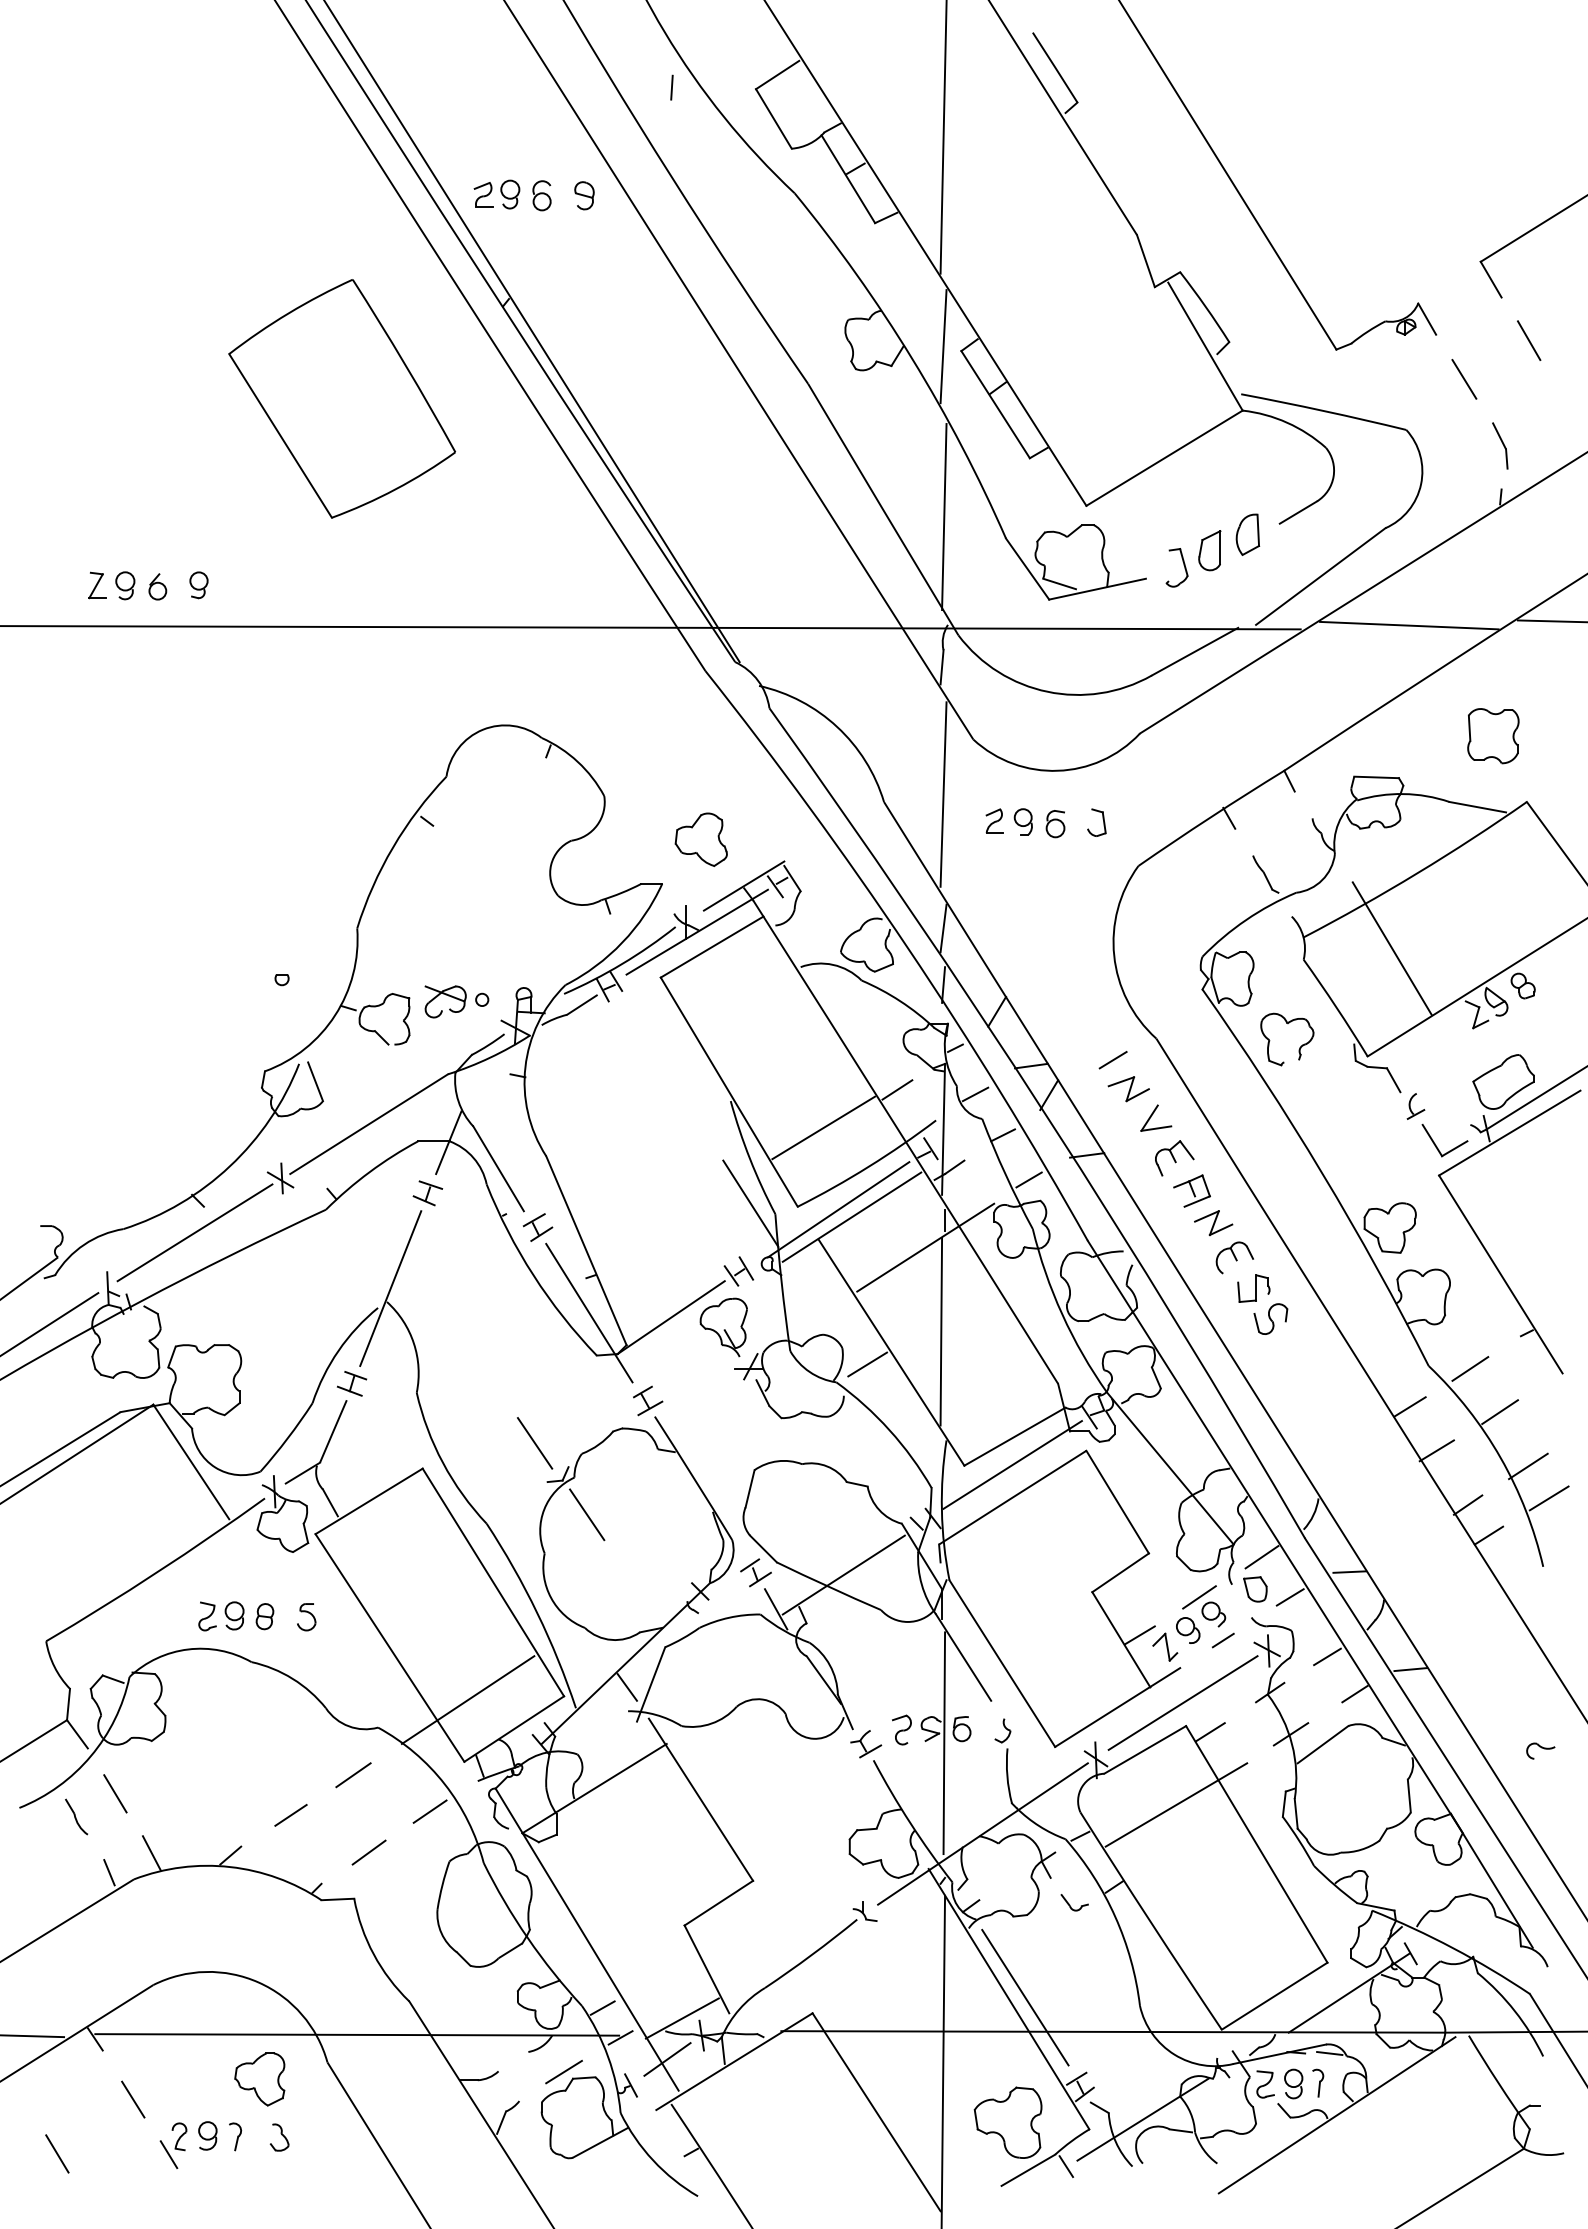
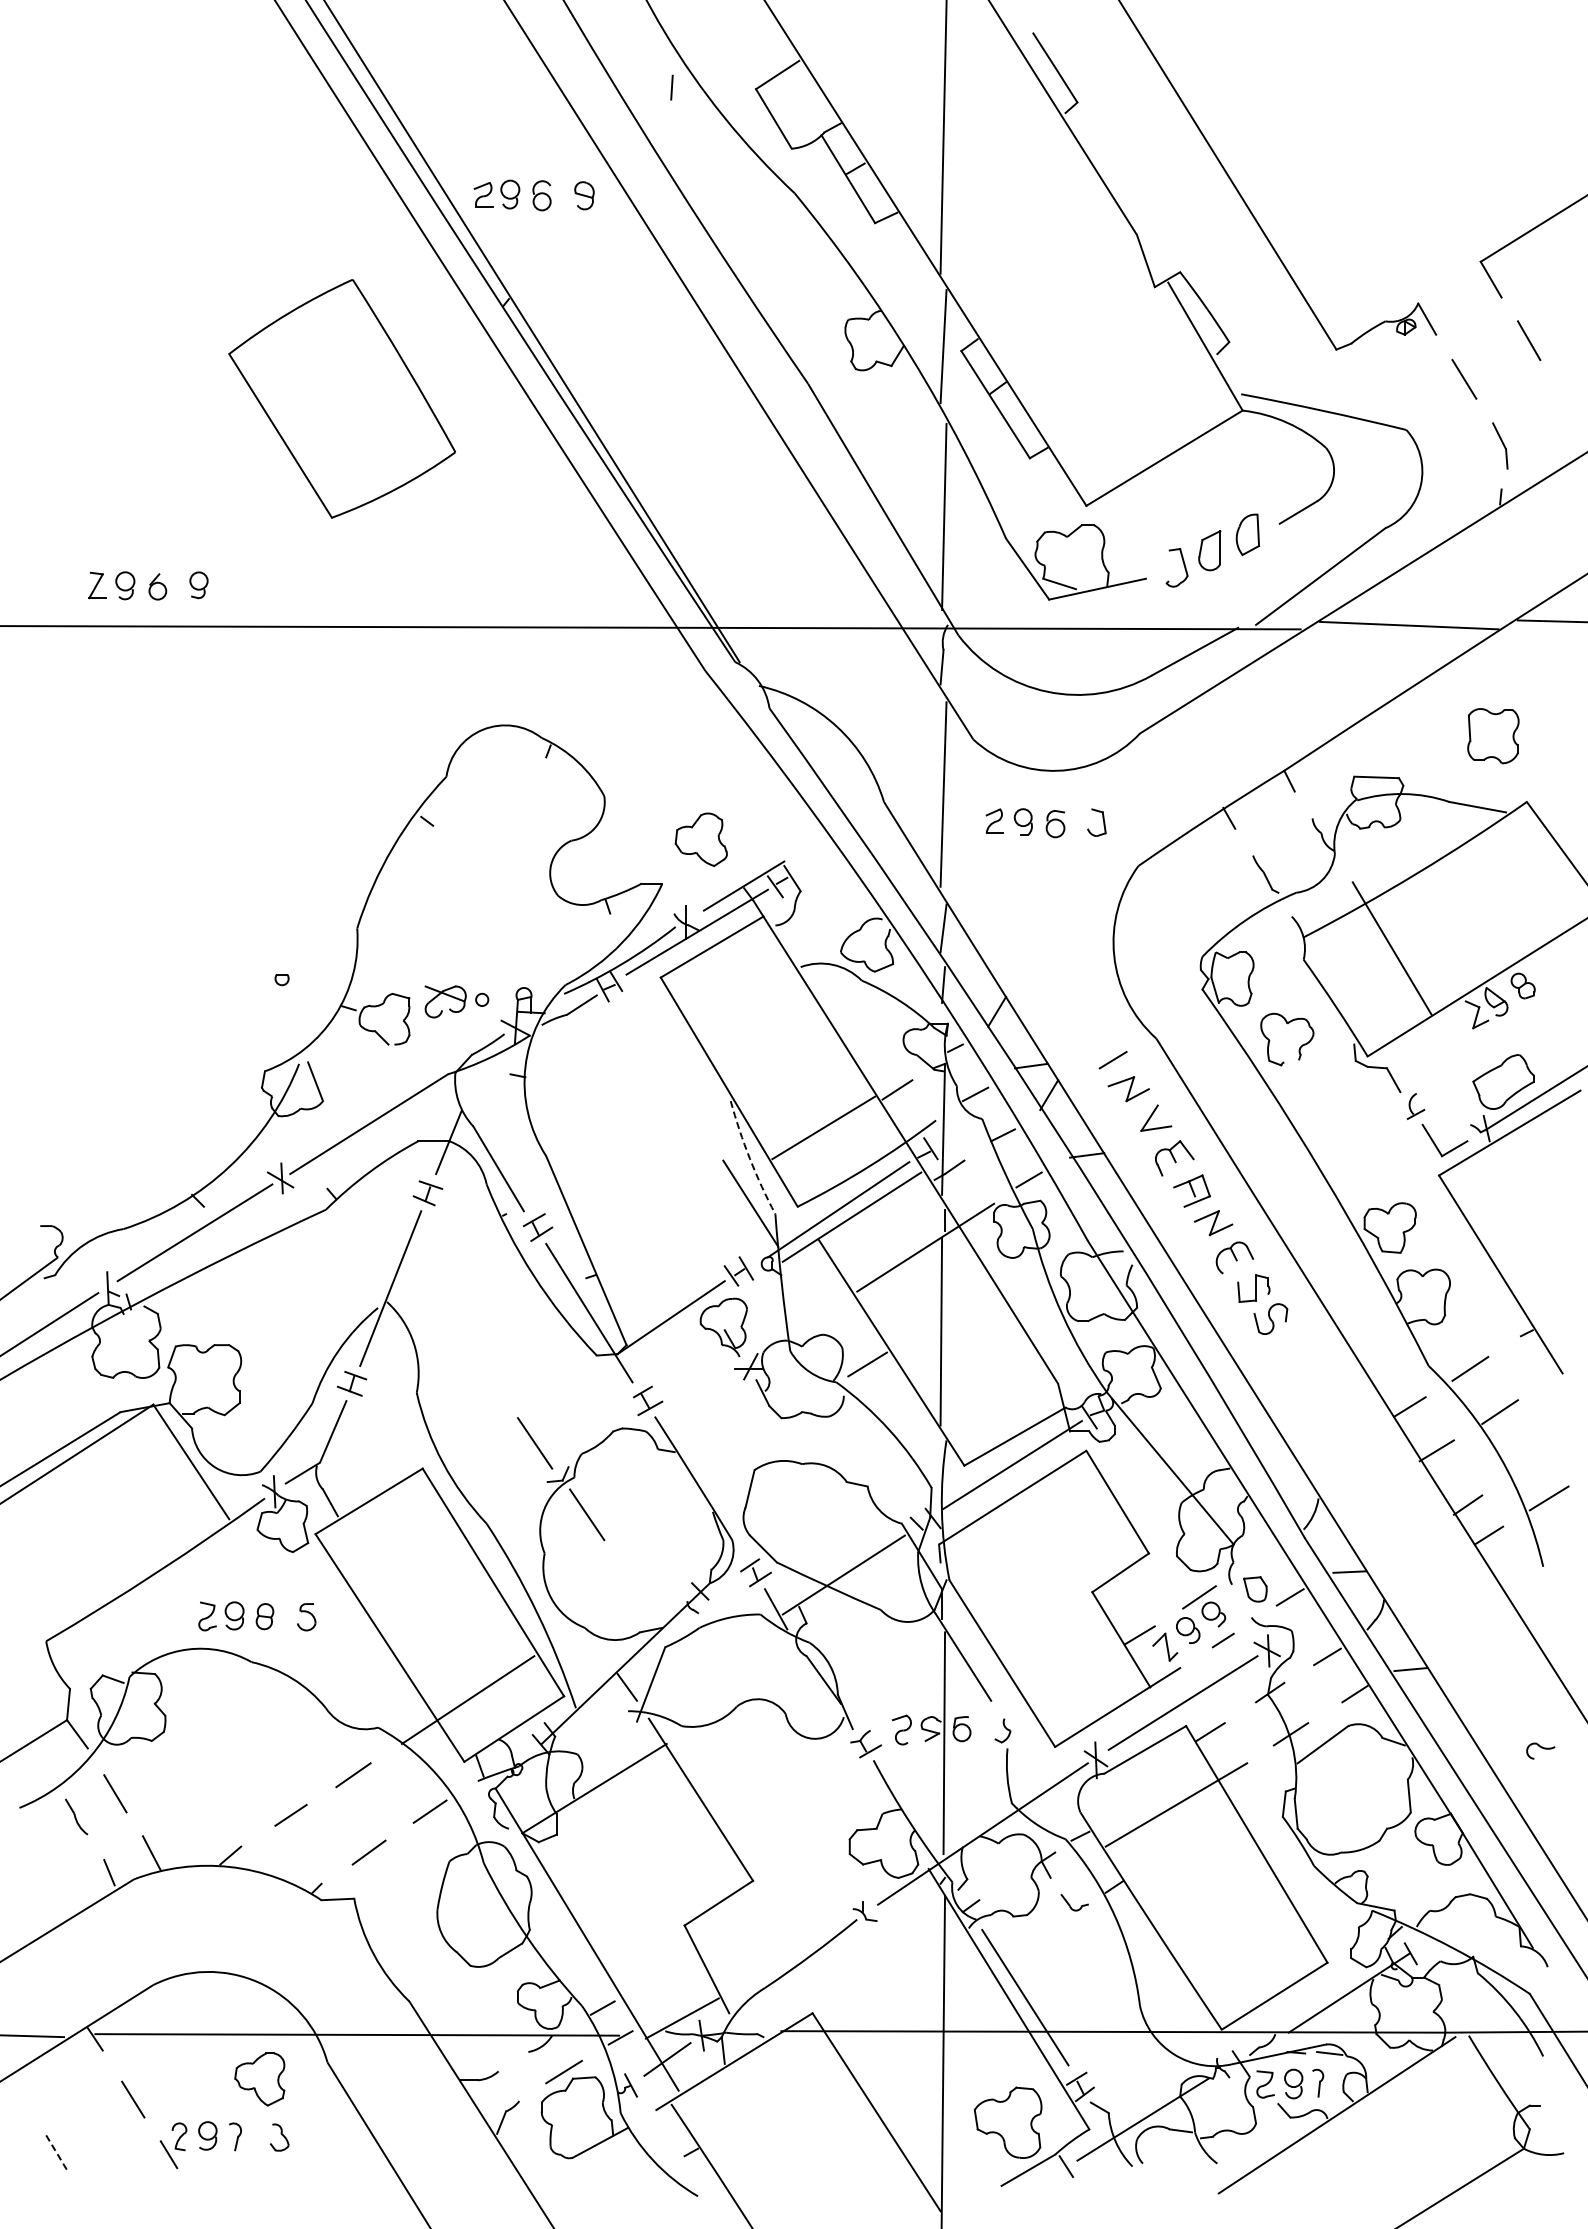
arc at (749, 1158): solid -> dashed
line at (1528, 1466): present -> none
line at (1261, 1557): present -> none
line at (57, 2153): solid -> dashed
